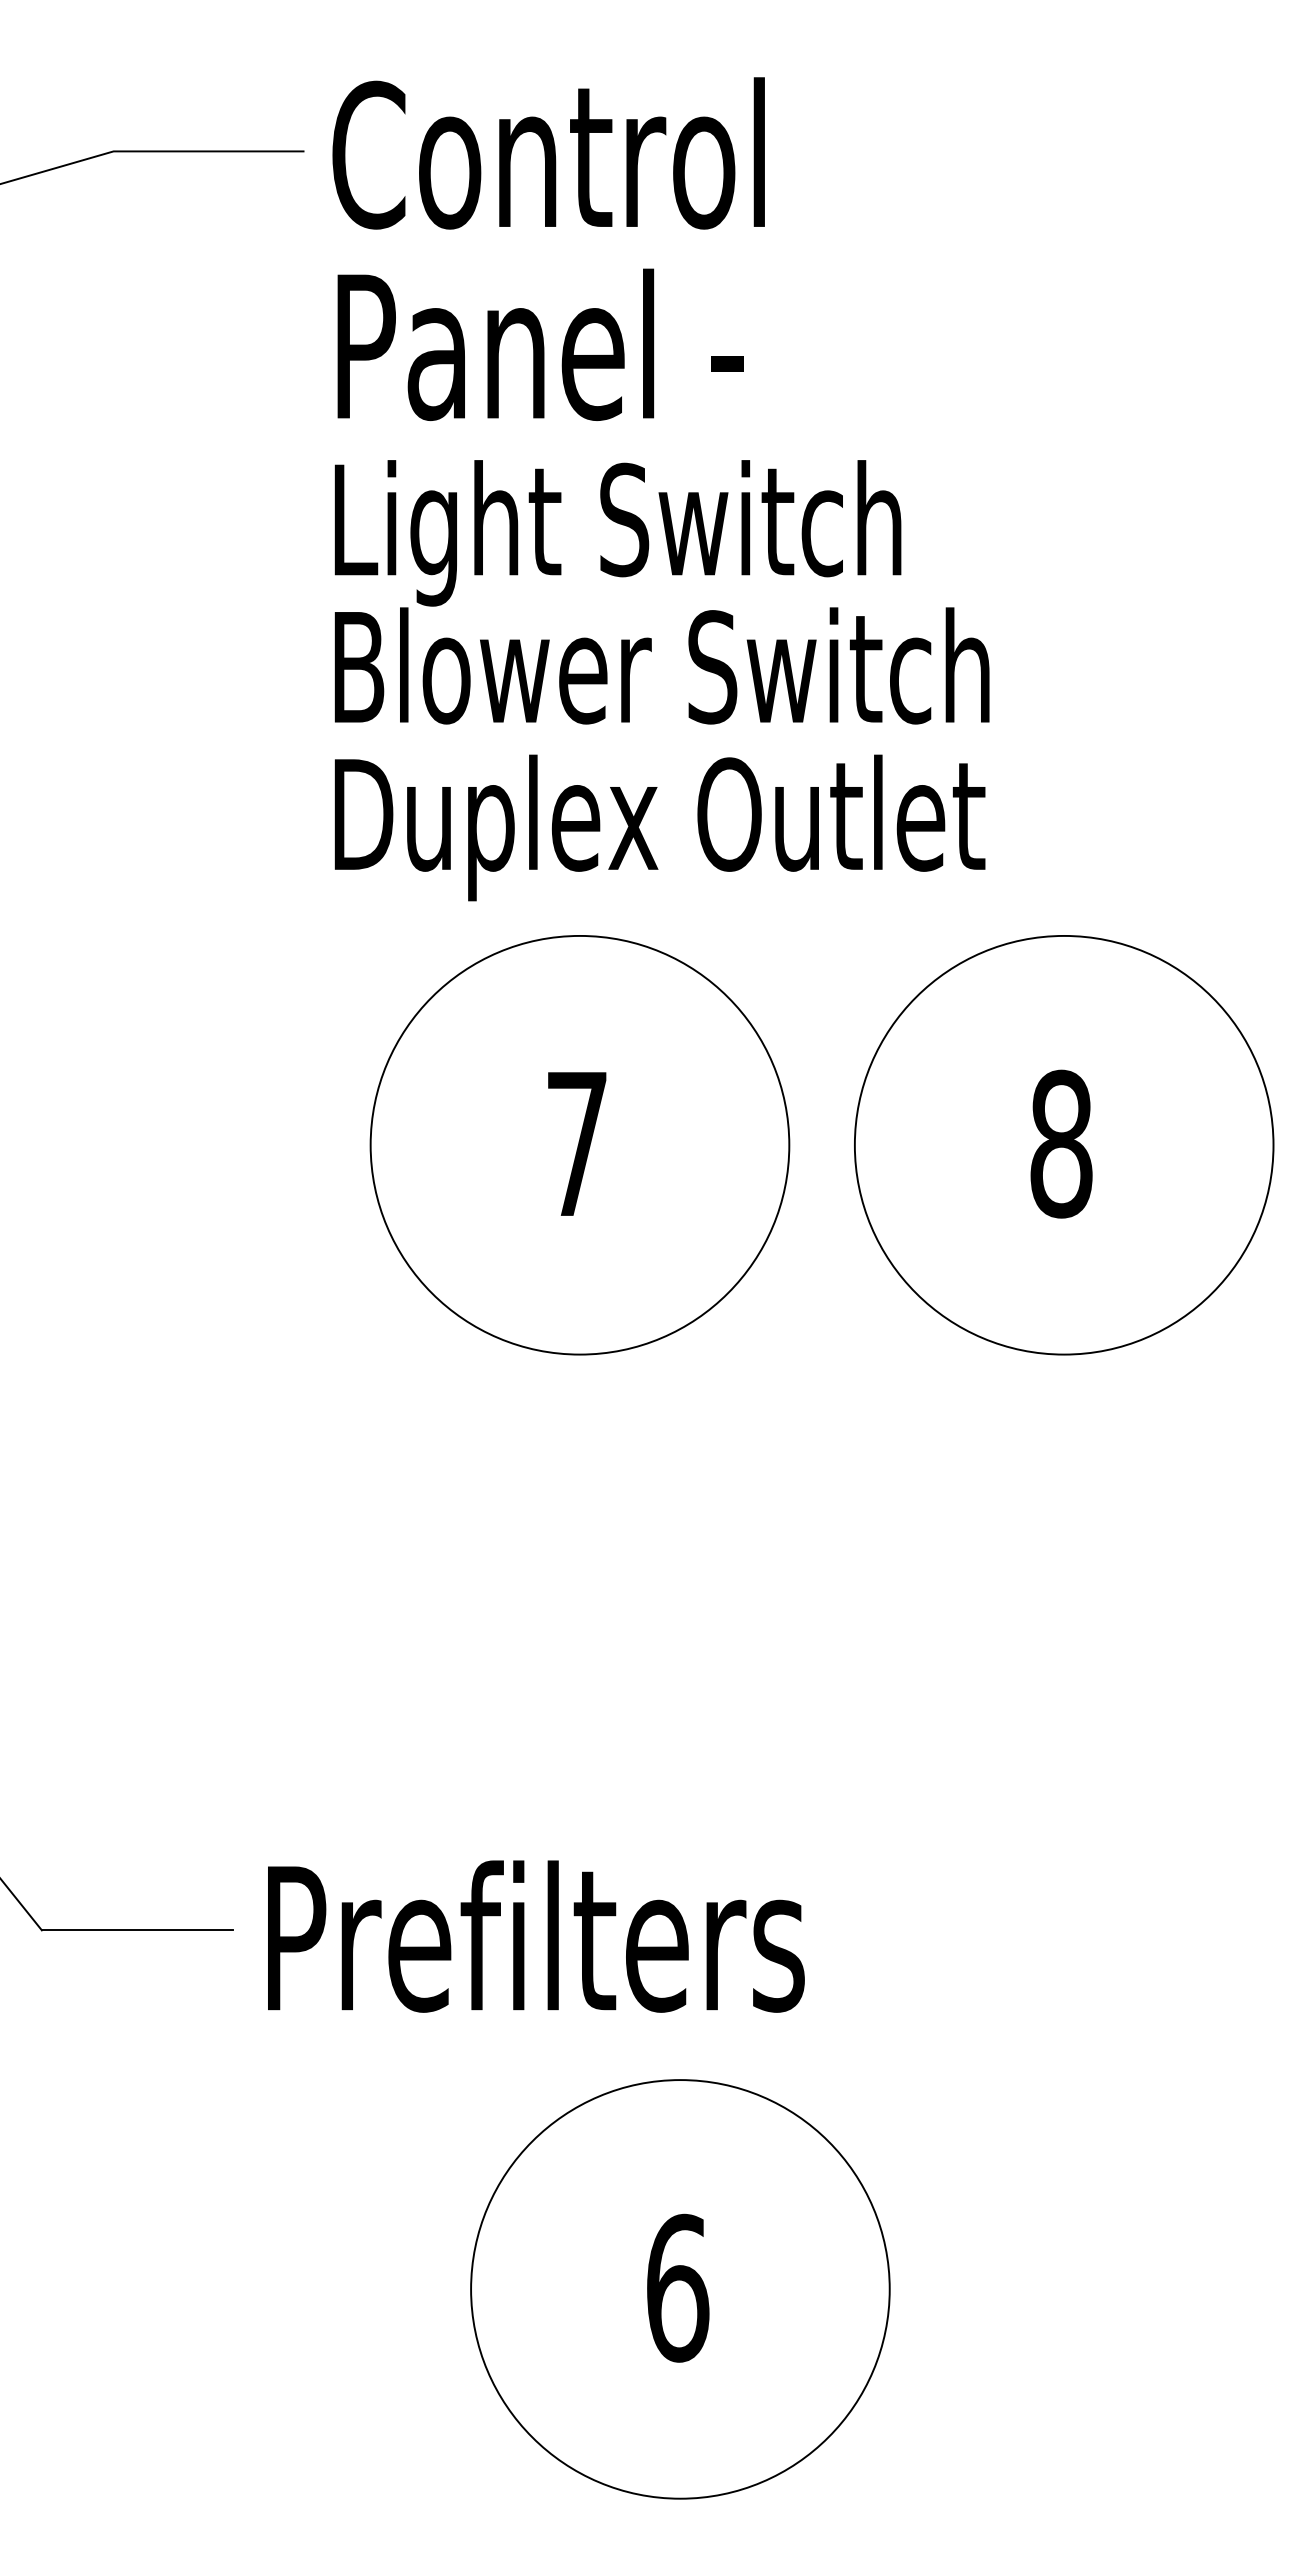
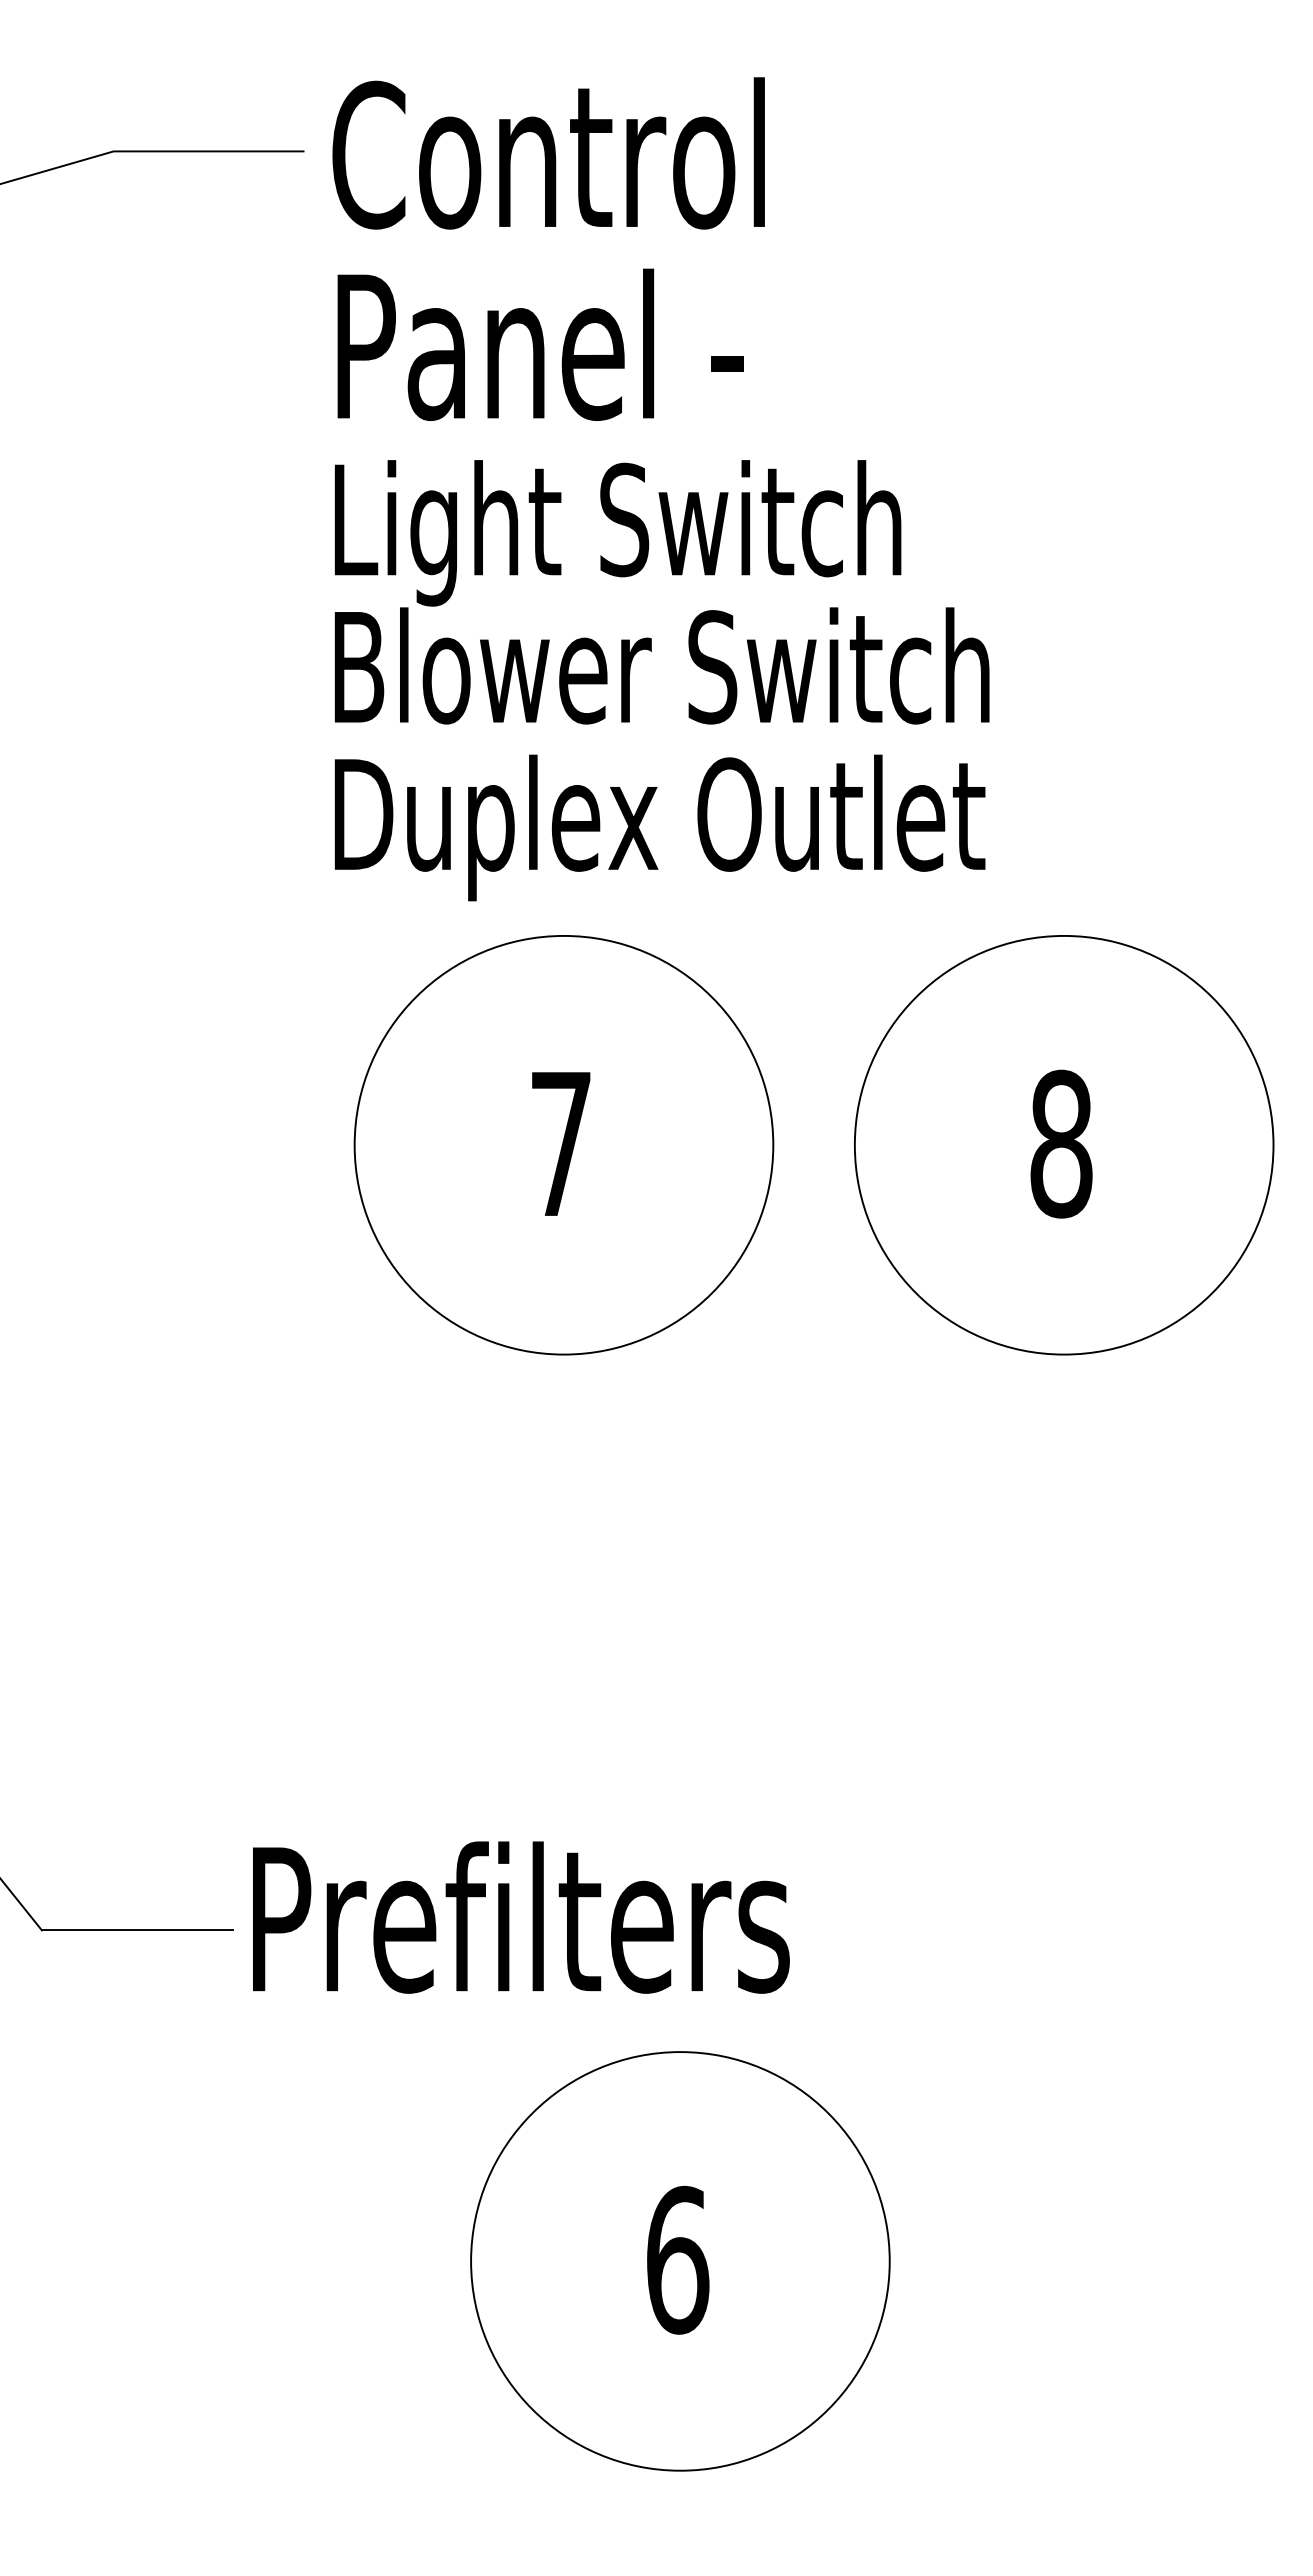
part at (579, 1145) position: (579, 1145) -> (563, 1145)
text at (536, 1936) position: (536, 1936) -> (521, 1917)
part at (680, 2289) position: (680, 2289) -> (680, 2261)
